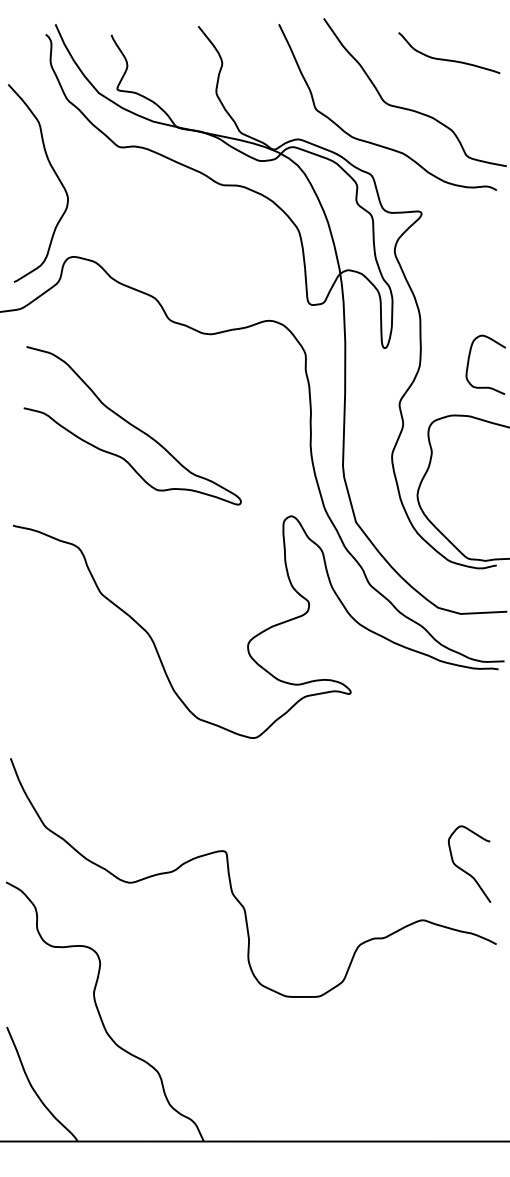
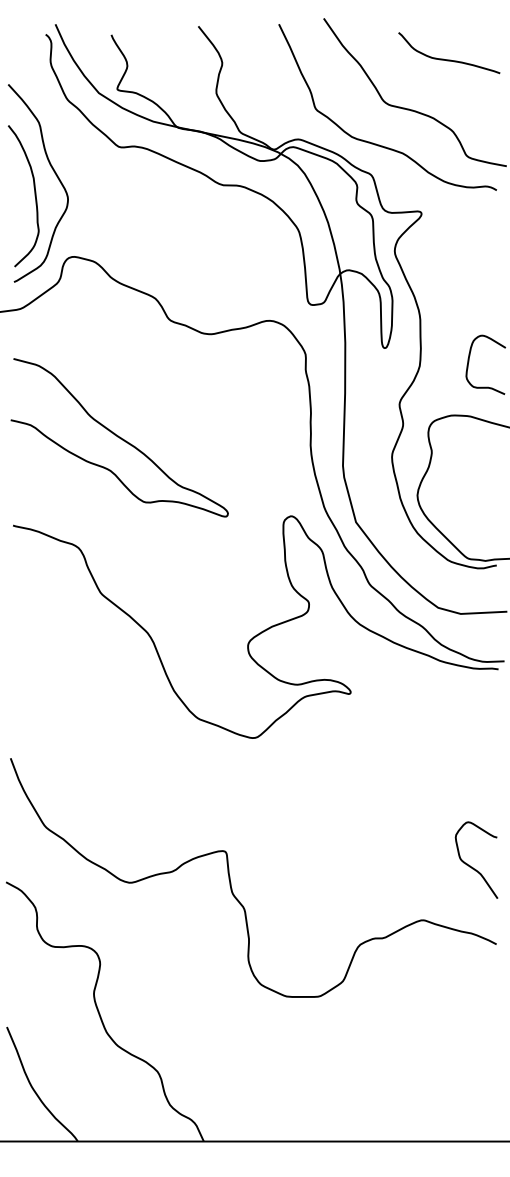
curve at (34, 196): none -> present
curve at (132, 425) position: (132, 425) -> (119, 437)
curve at (463, 869) position: (463, 869) -> (470, 865)
